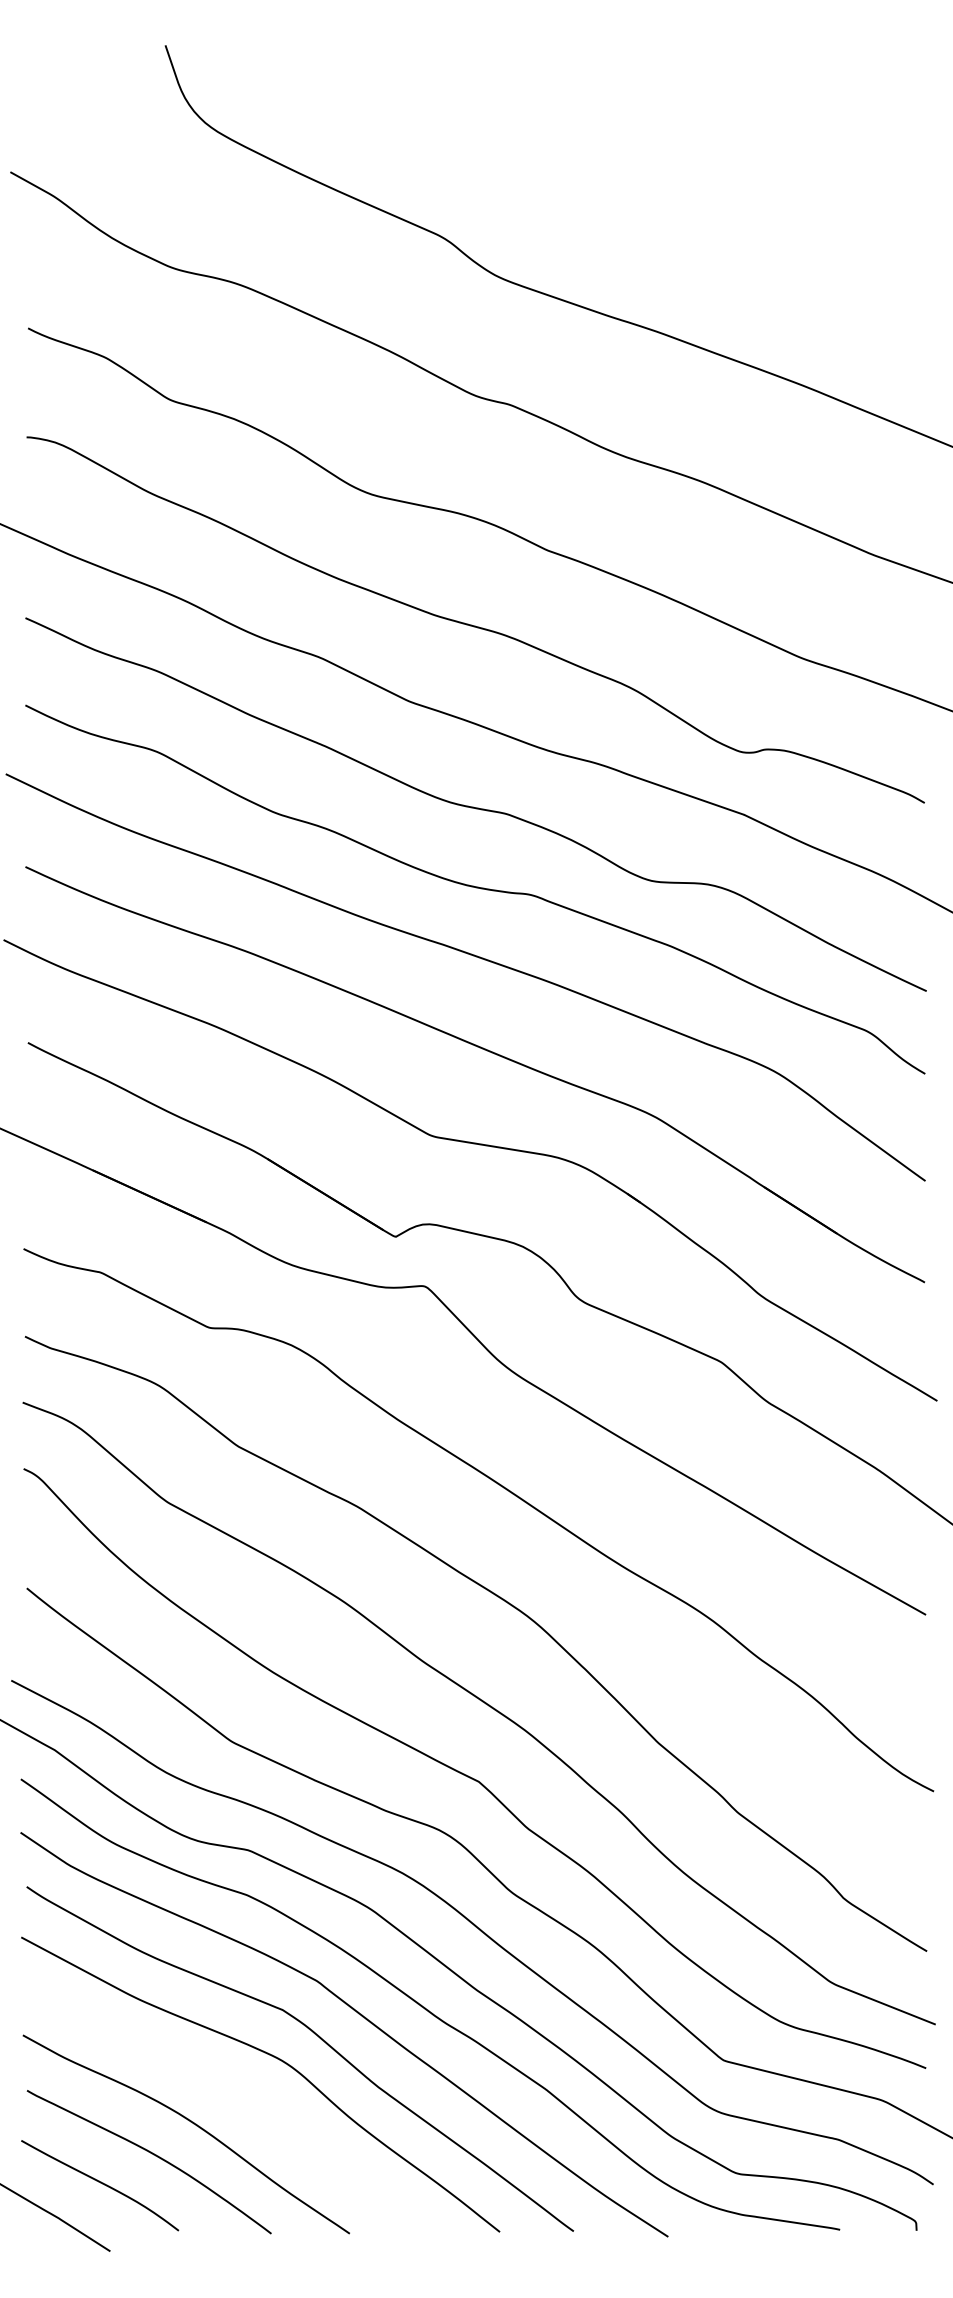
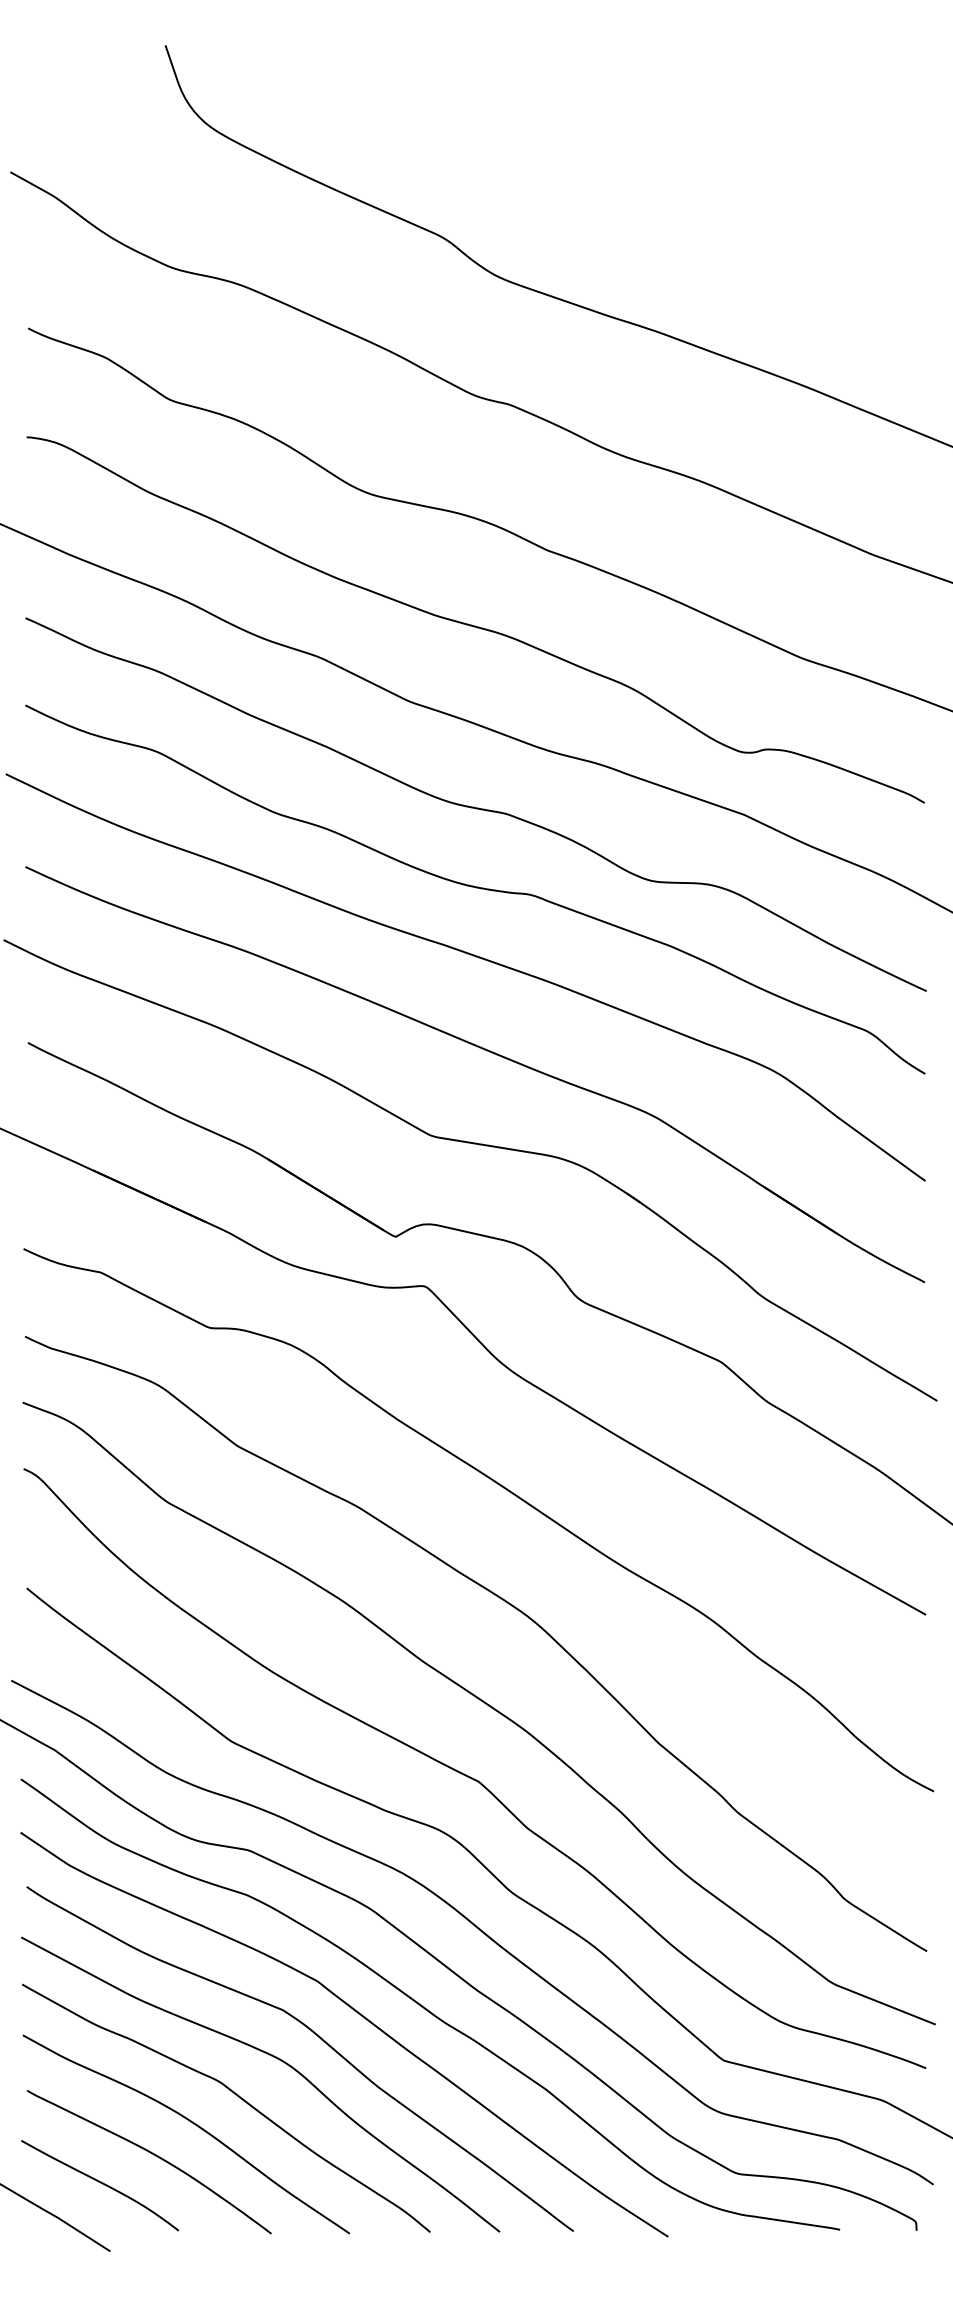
curve at (234, 2094): none -> present
